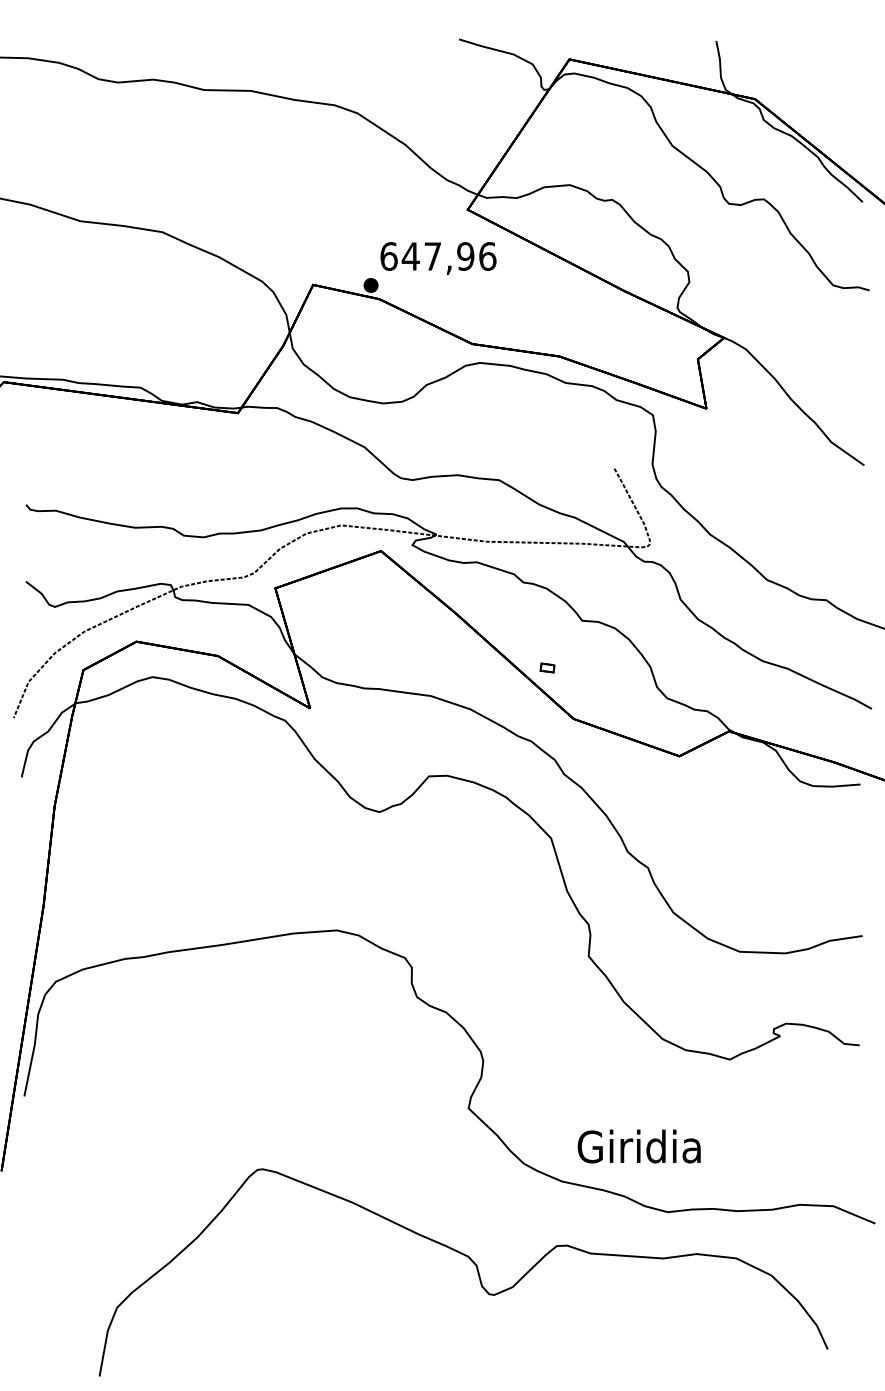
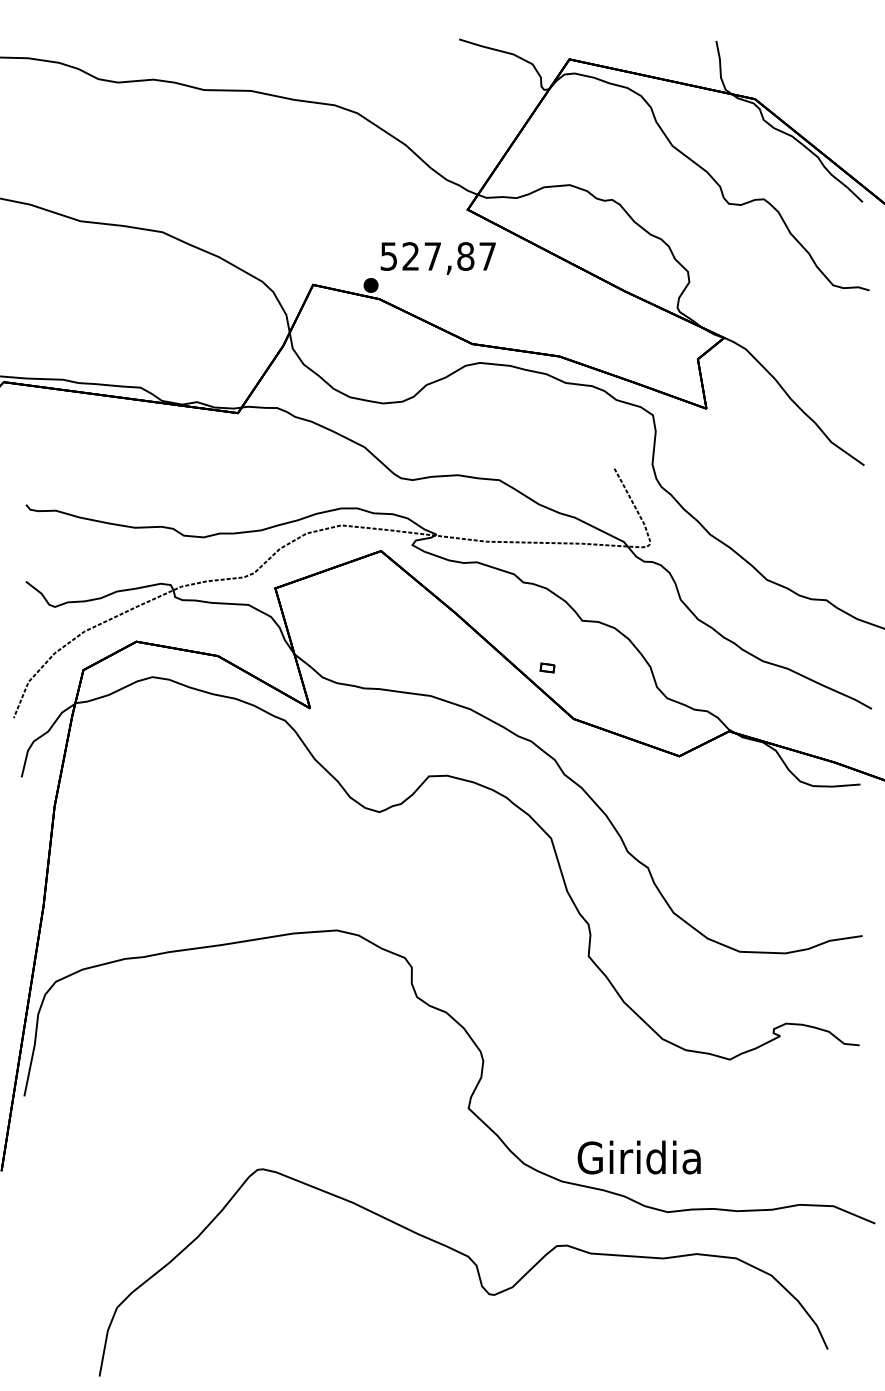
text at (438, 256): 647,96 -> 527,87
text at (638, 1146) position: (638, 1146) -> (638, 1157)
